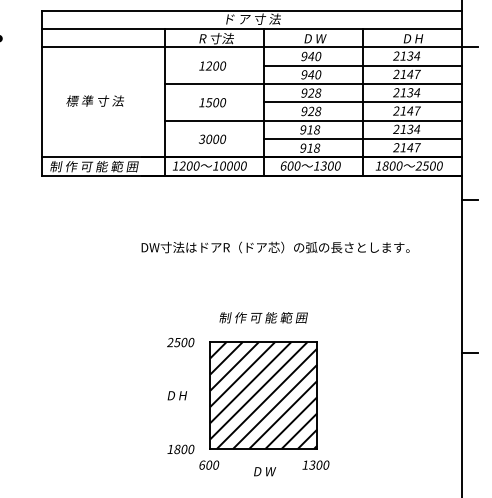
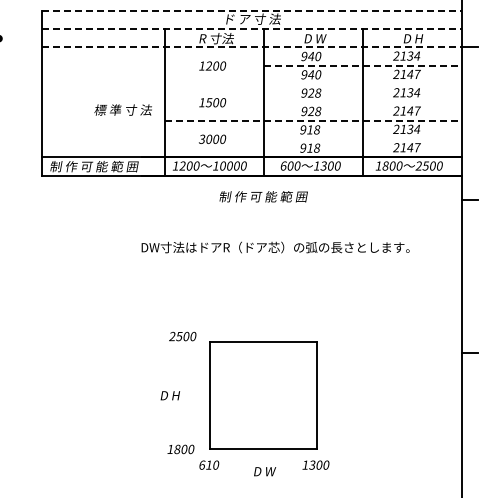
line at (252, 10): solid -> dashed
line at (252, 29): solid -> dashed
line at (252, 47): solid -> dashed
line at (363, 65): solid -> dashed
line at (313, 84): present -> none
text at (94, 100) position: (94, 100) -> (122, 109)
line at (362, 102): present -> none
line at (313, 120): solid -> dashed
line at (362, 139): present -> none
text at (263, 317) position: (263, 317) -> (263, 196)
text at (180, 342) position: (180, 342) -> (182, 336)
text at (176, 395) position: (176, 395) -> (169, 395)
hatch at (263, 395): present -> none
text at (209, 464): 600 -> 610
